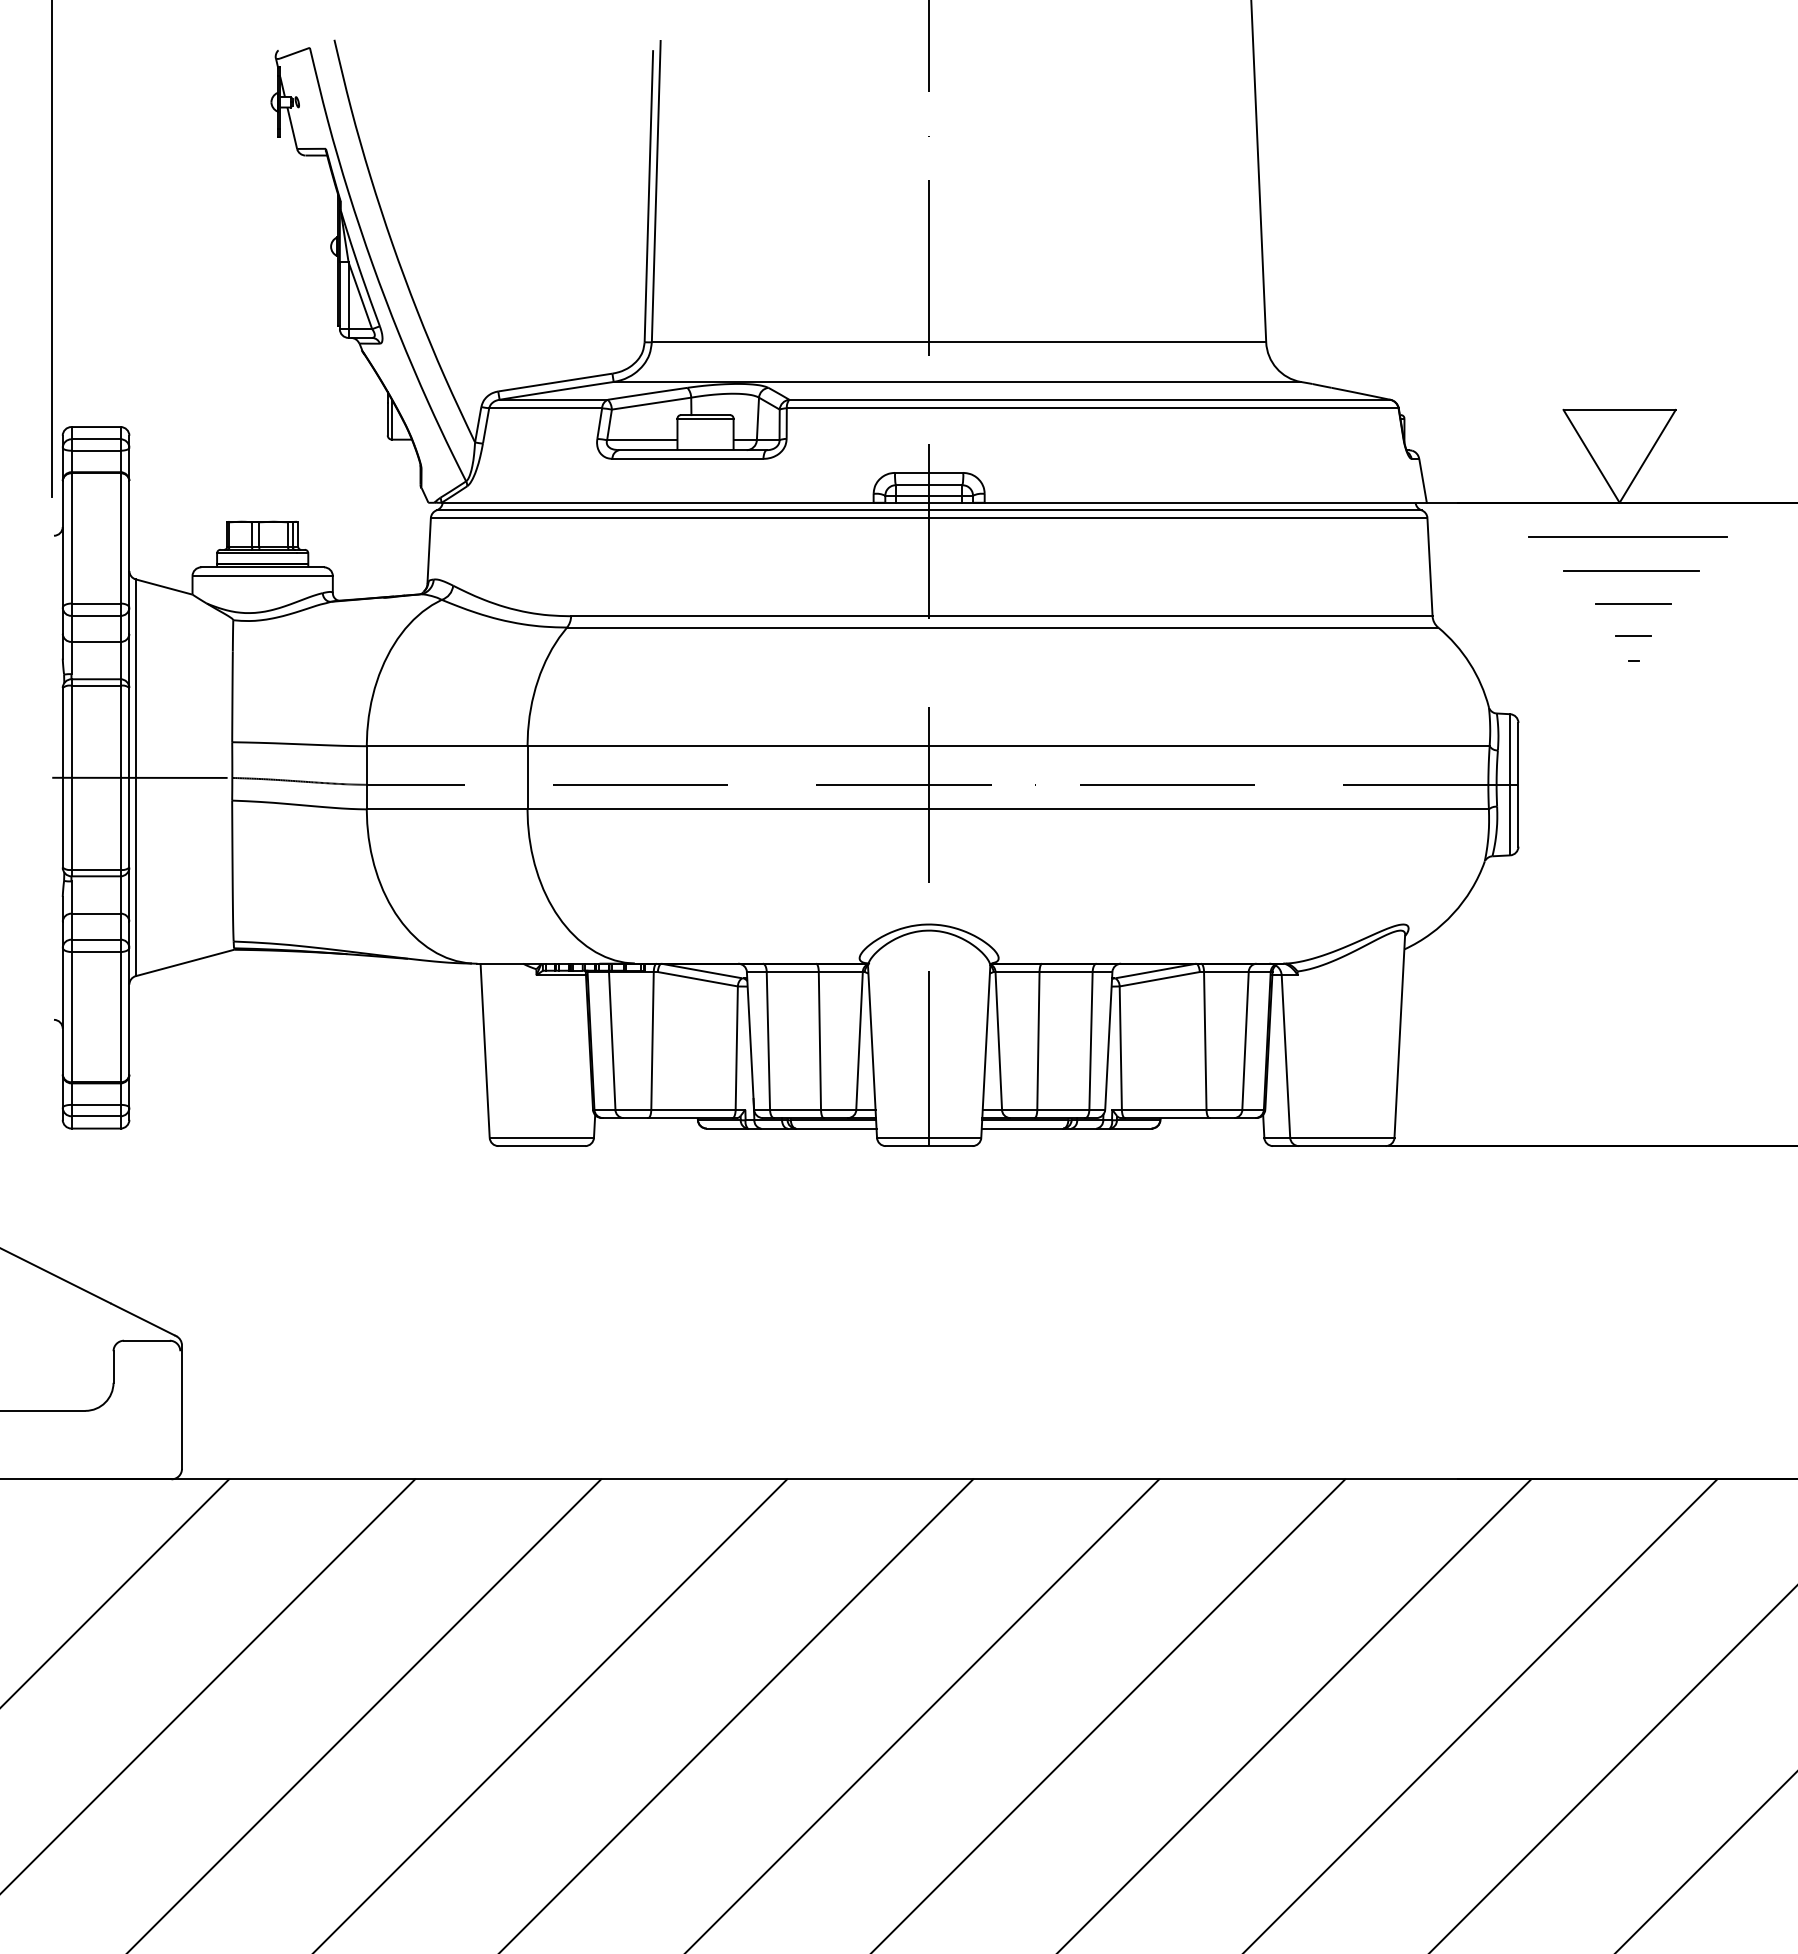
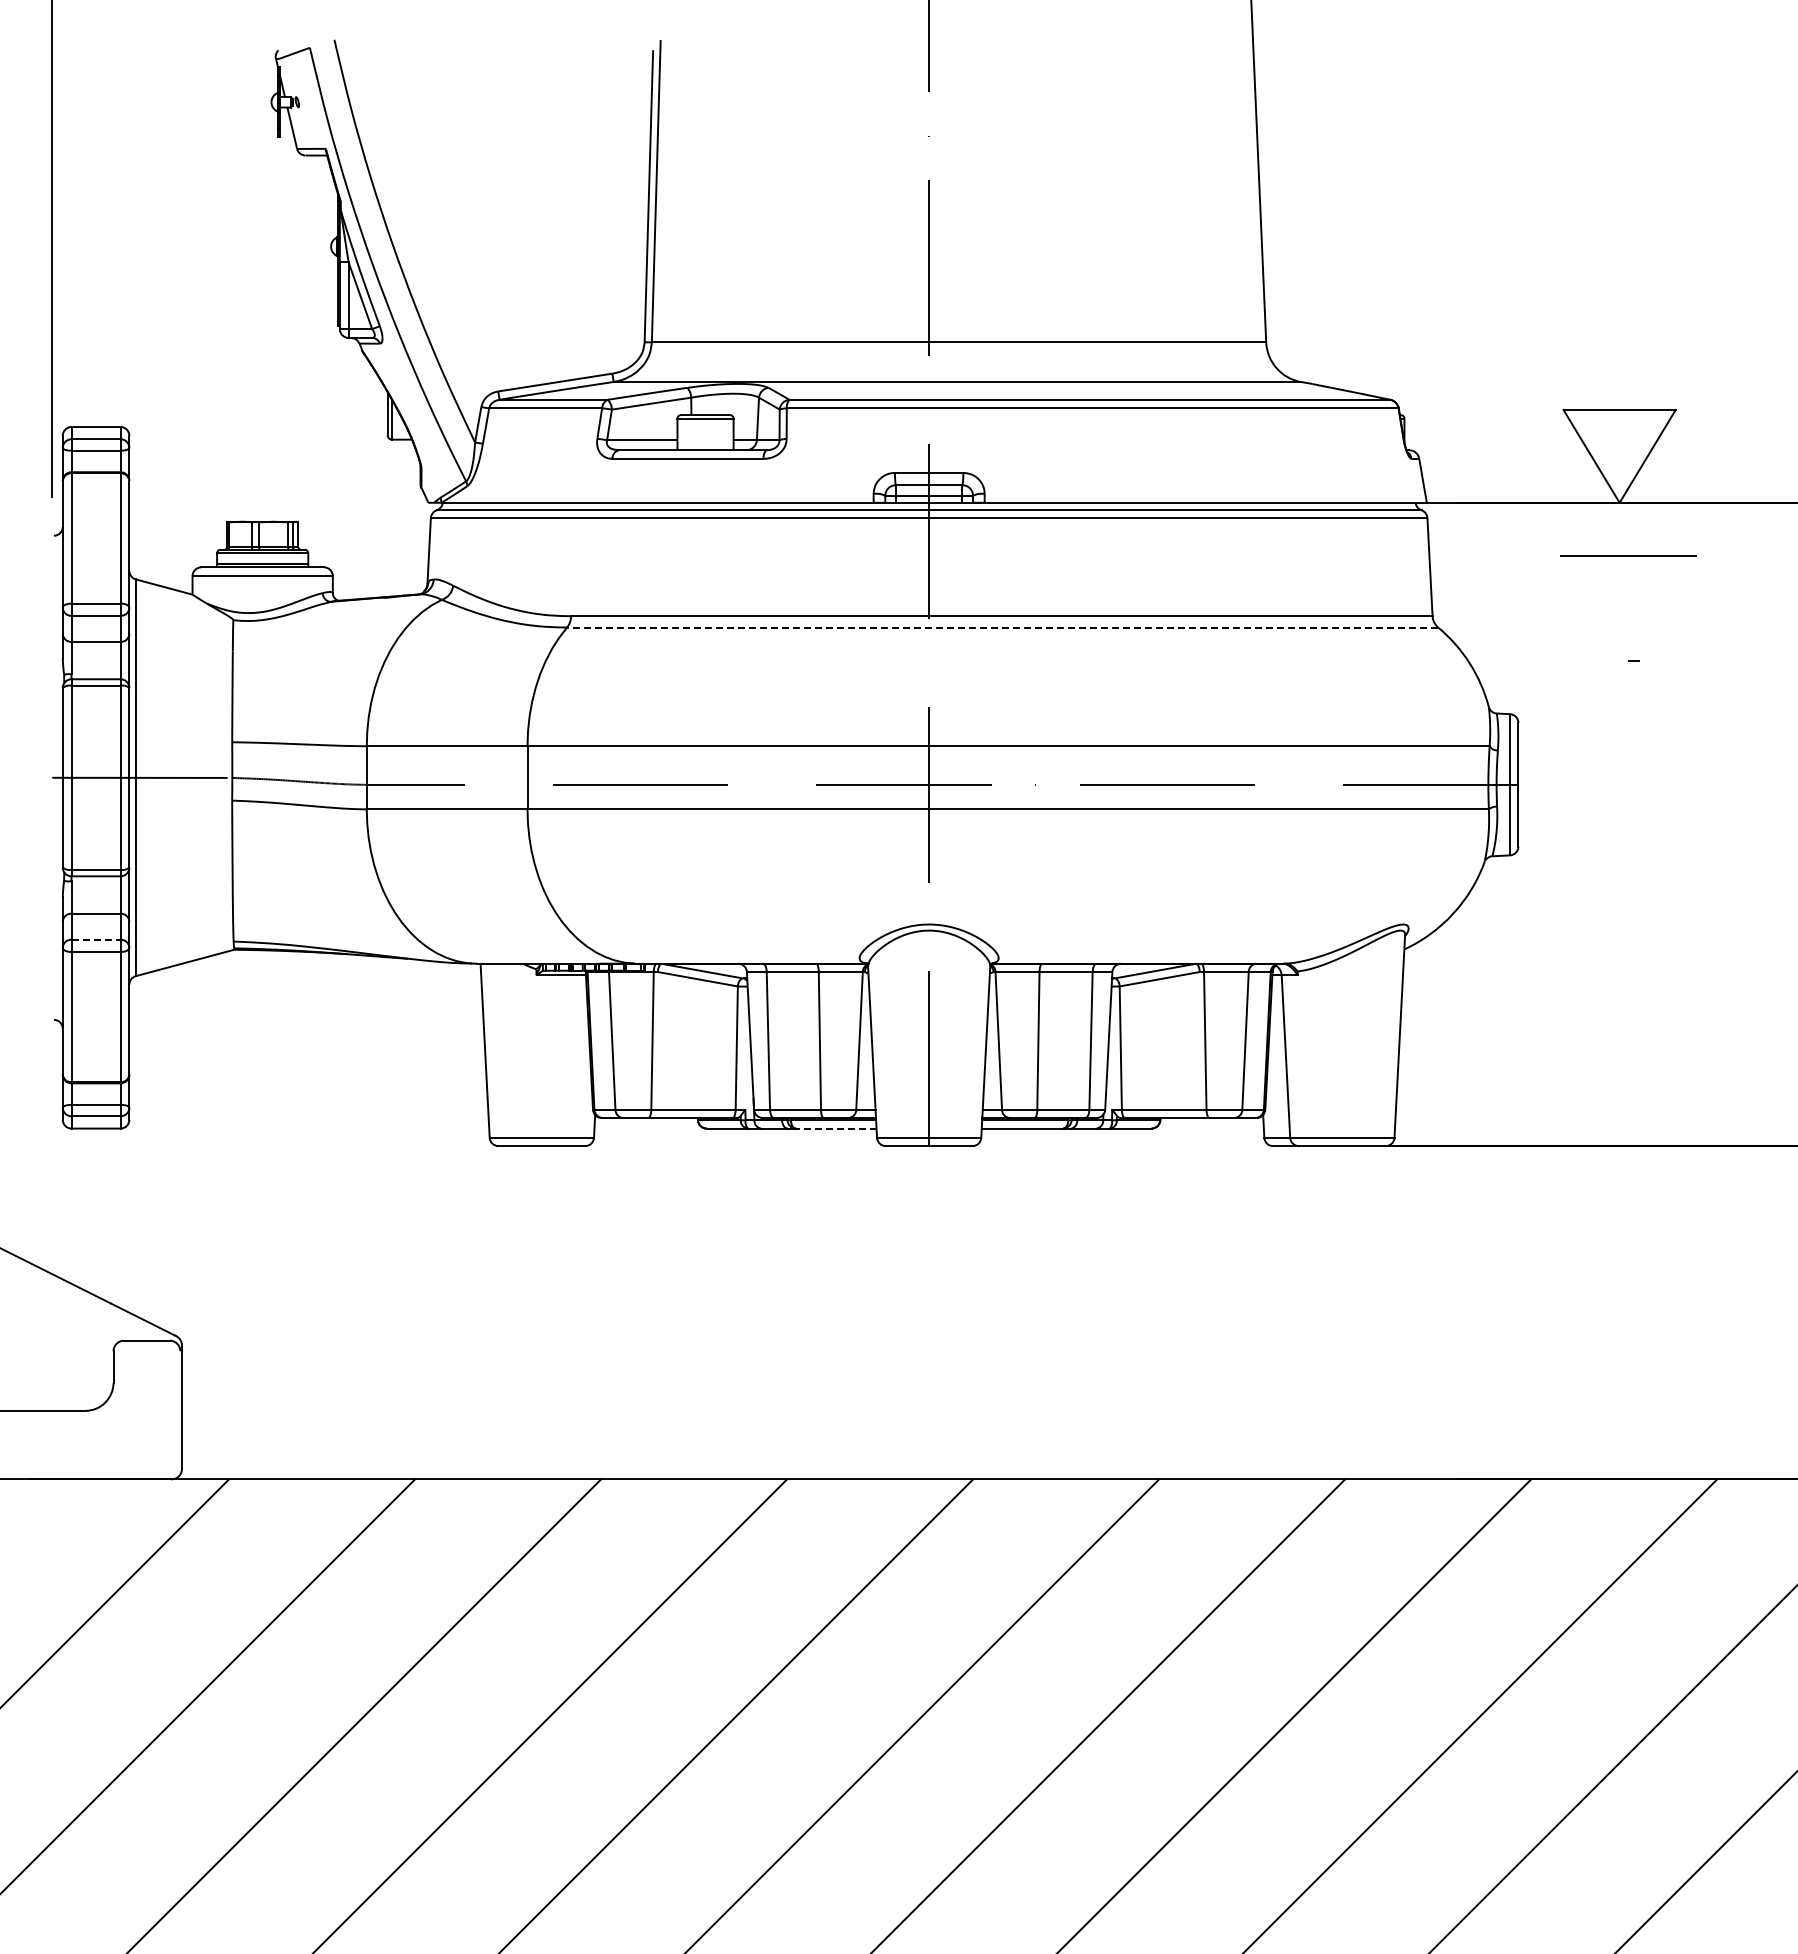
line at (1627, 536): present -> none
line at (1631, 570) position: (1631, 570) -> (1628, 555)
line at (1633, 603): present -> none
line at (1002, 627): solid -> dashed
line at (1633, 636): present -> none
line at (96, 939): solid -> dashed
line at (835, 1128): solid -> dashed
